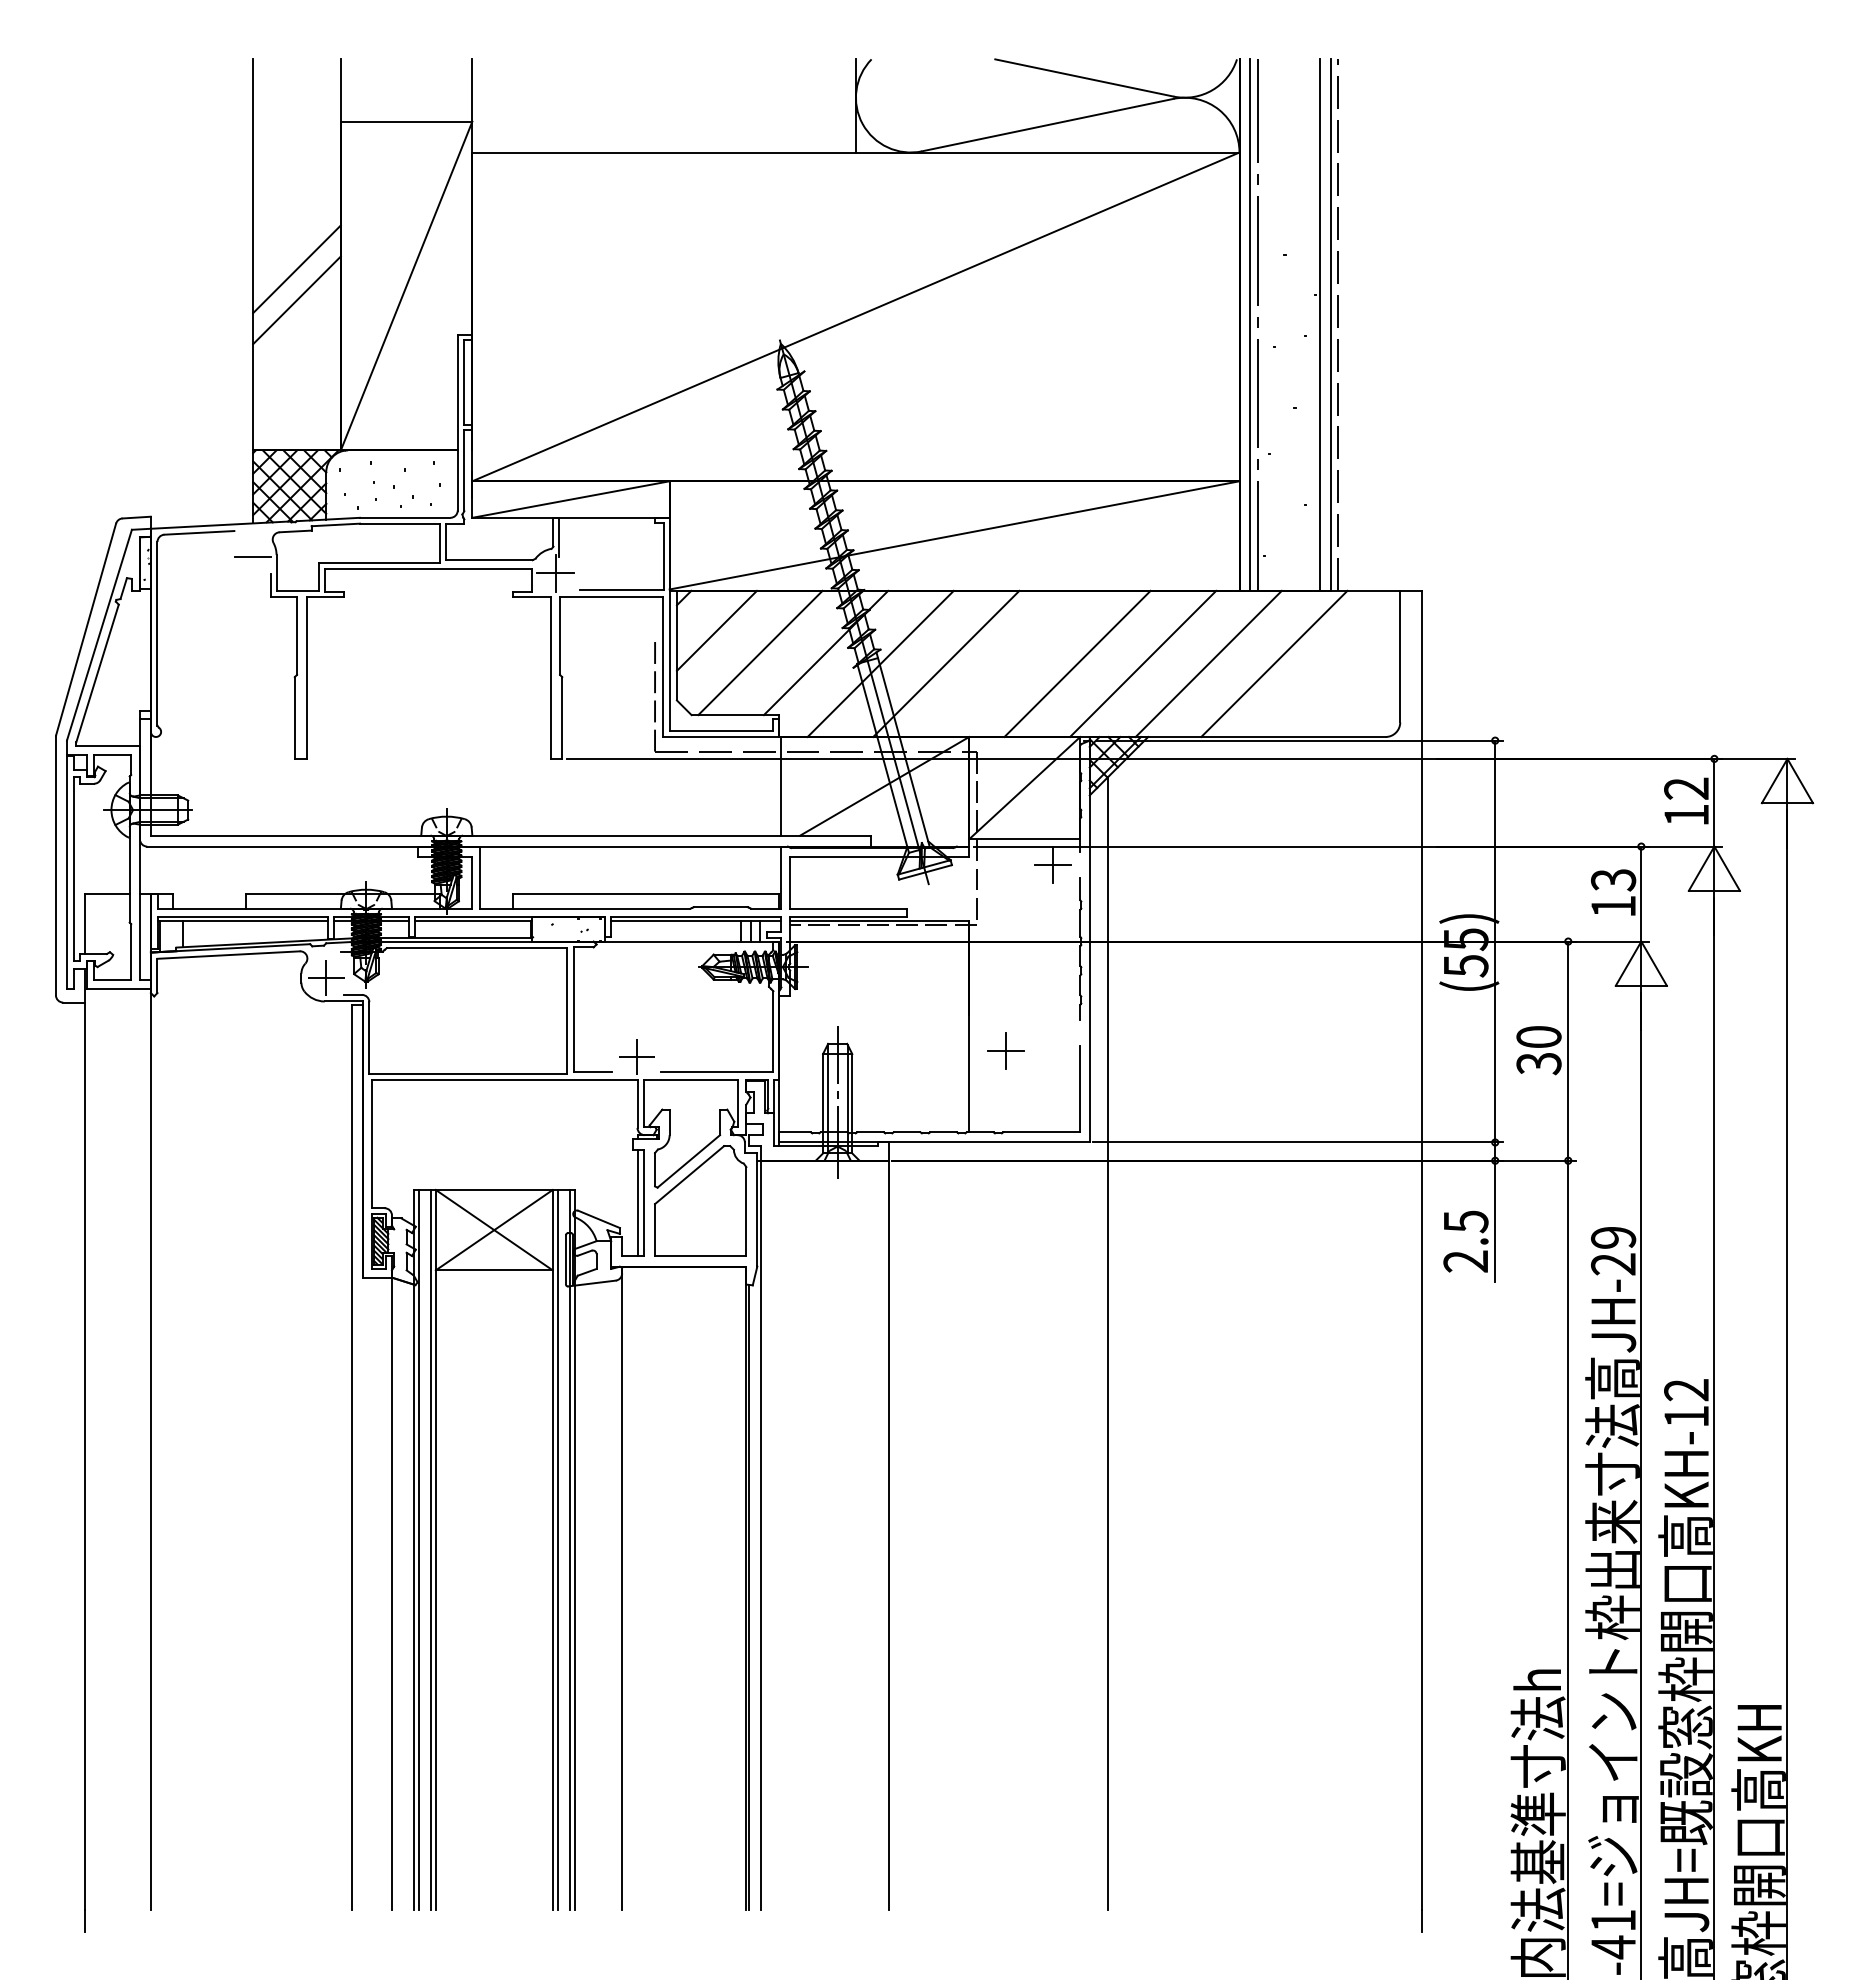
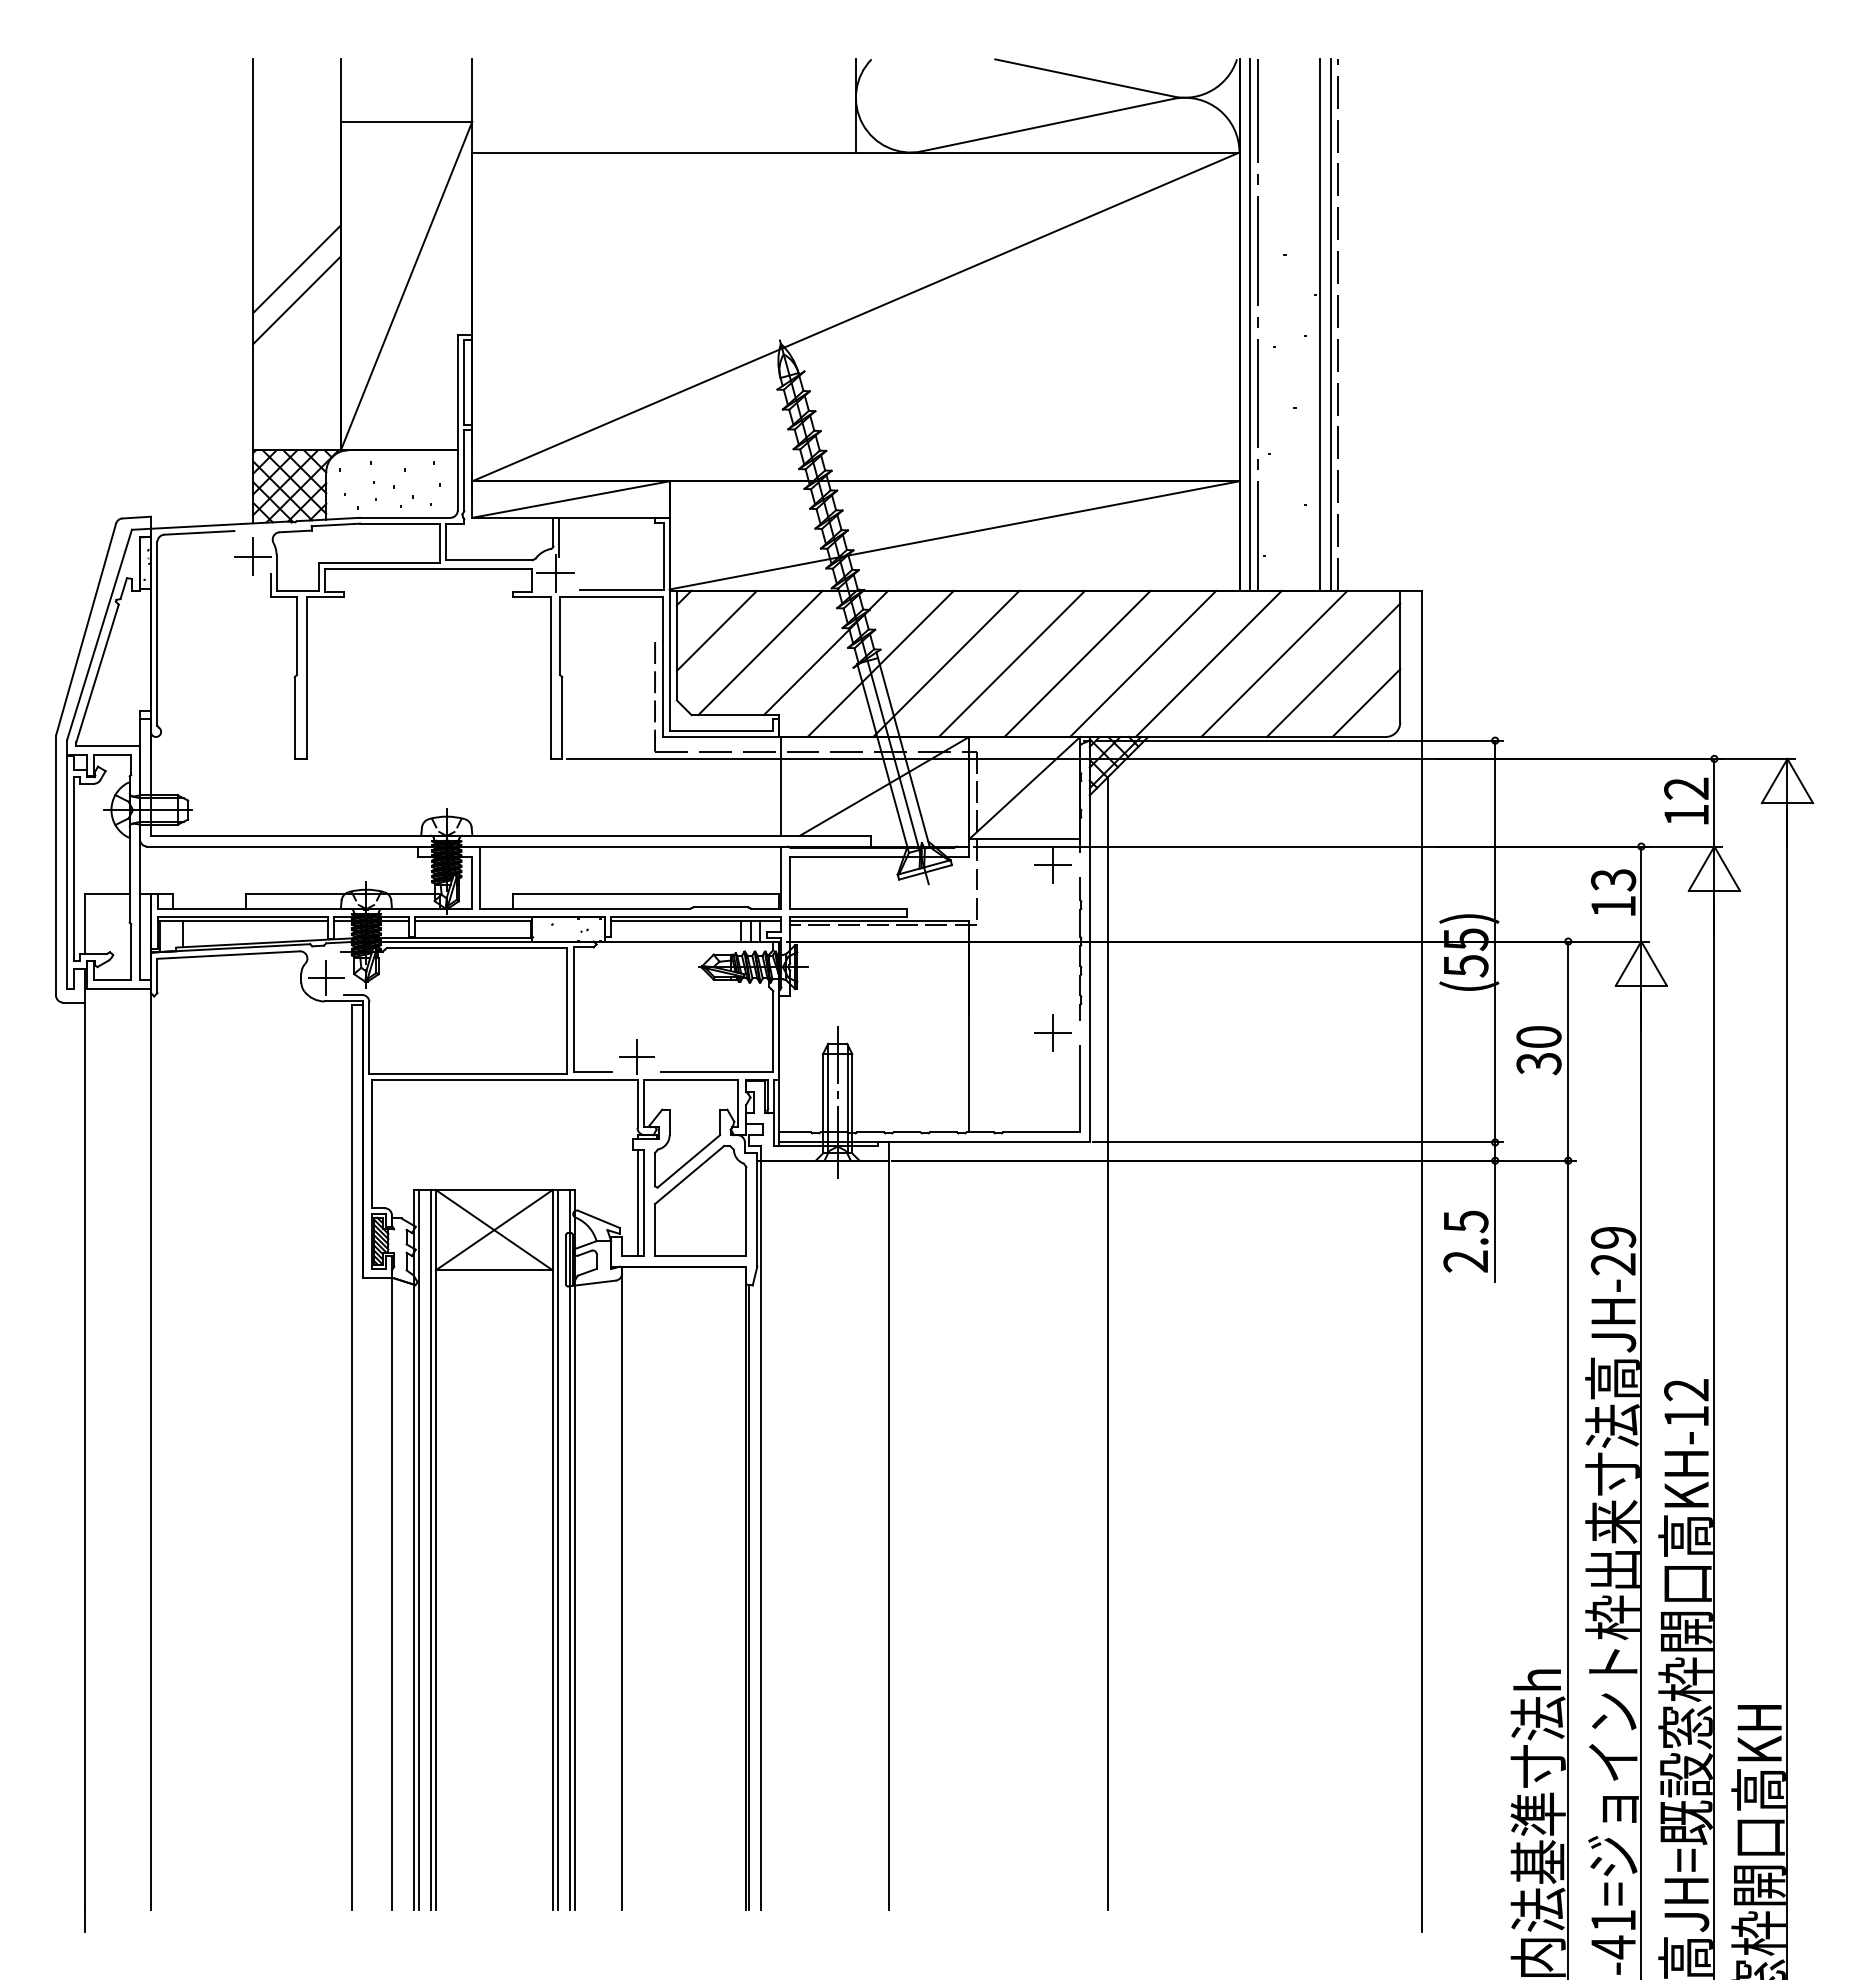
line at (253, 556): none -> present
line at (1011, 663): none -> present
line at (1333, 670): none -> present
line at (1366, 703): none -> present
part at (1005, 1050) position: (1005, 1050) -> (1052, 1032)
